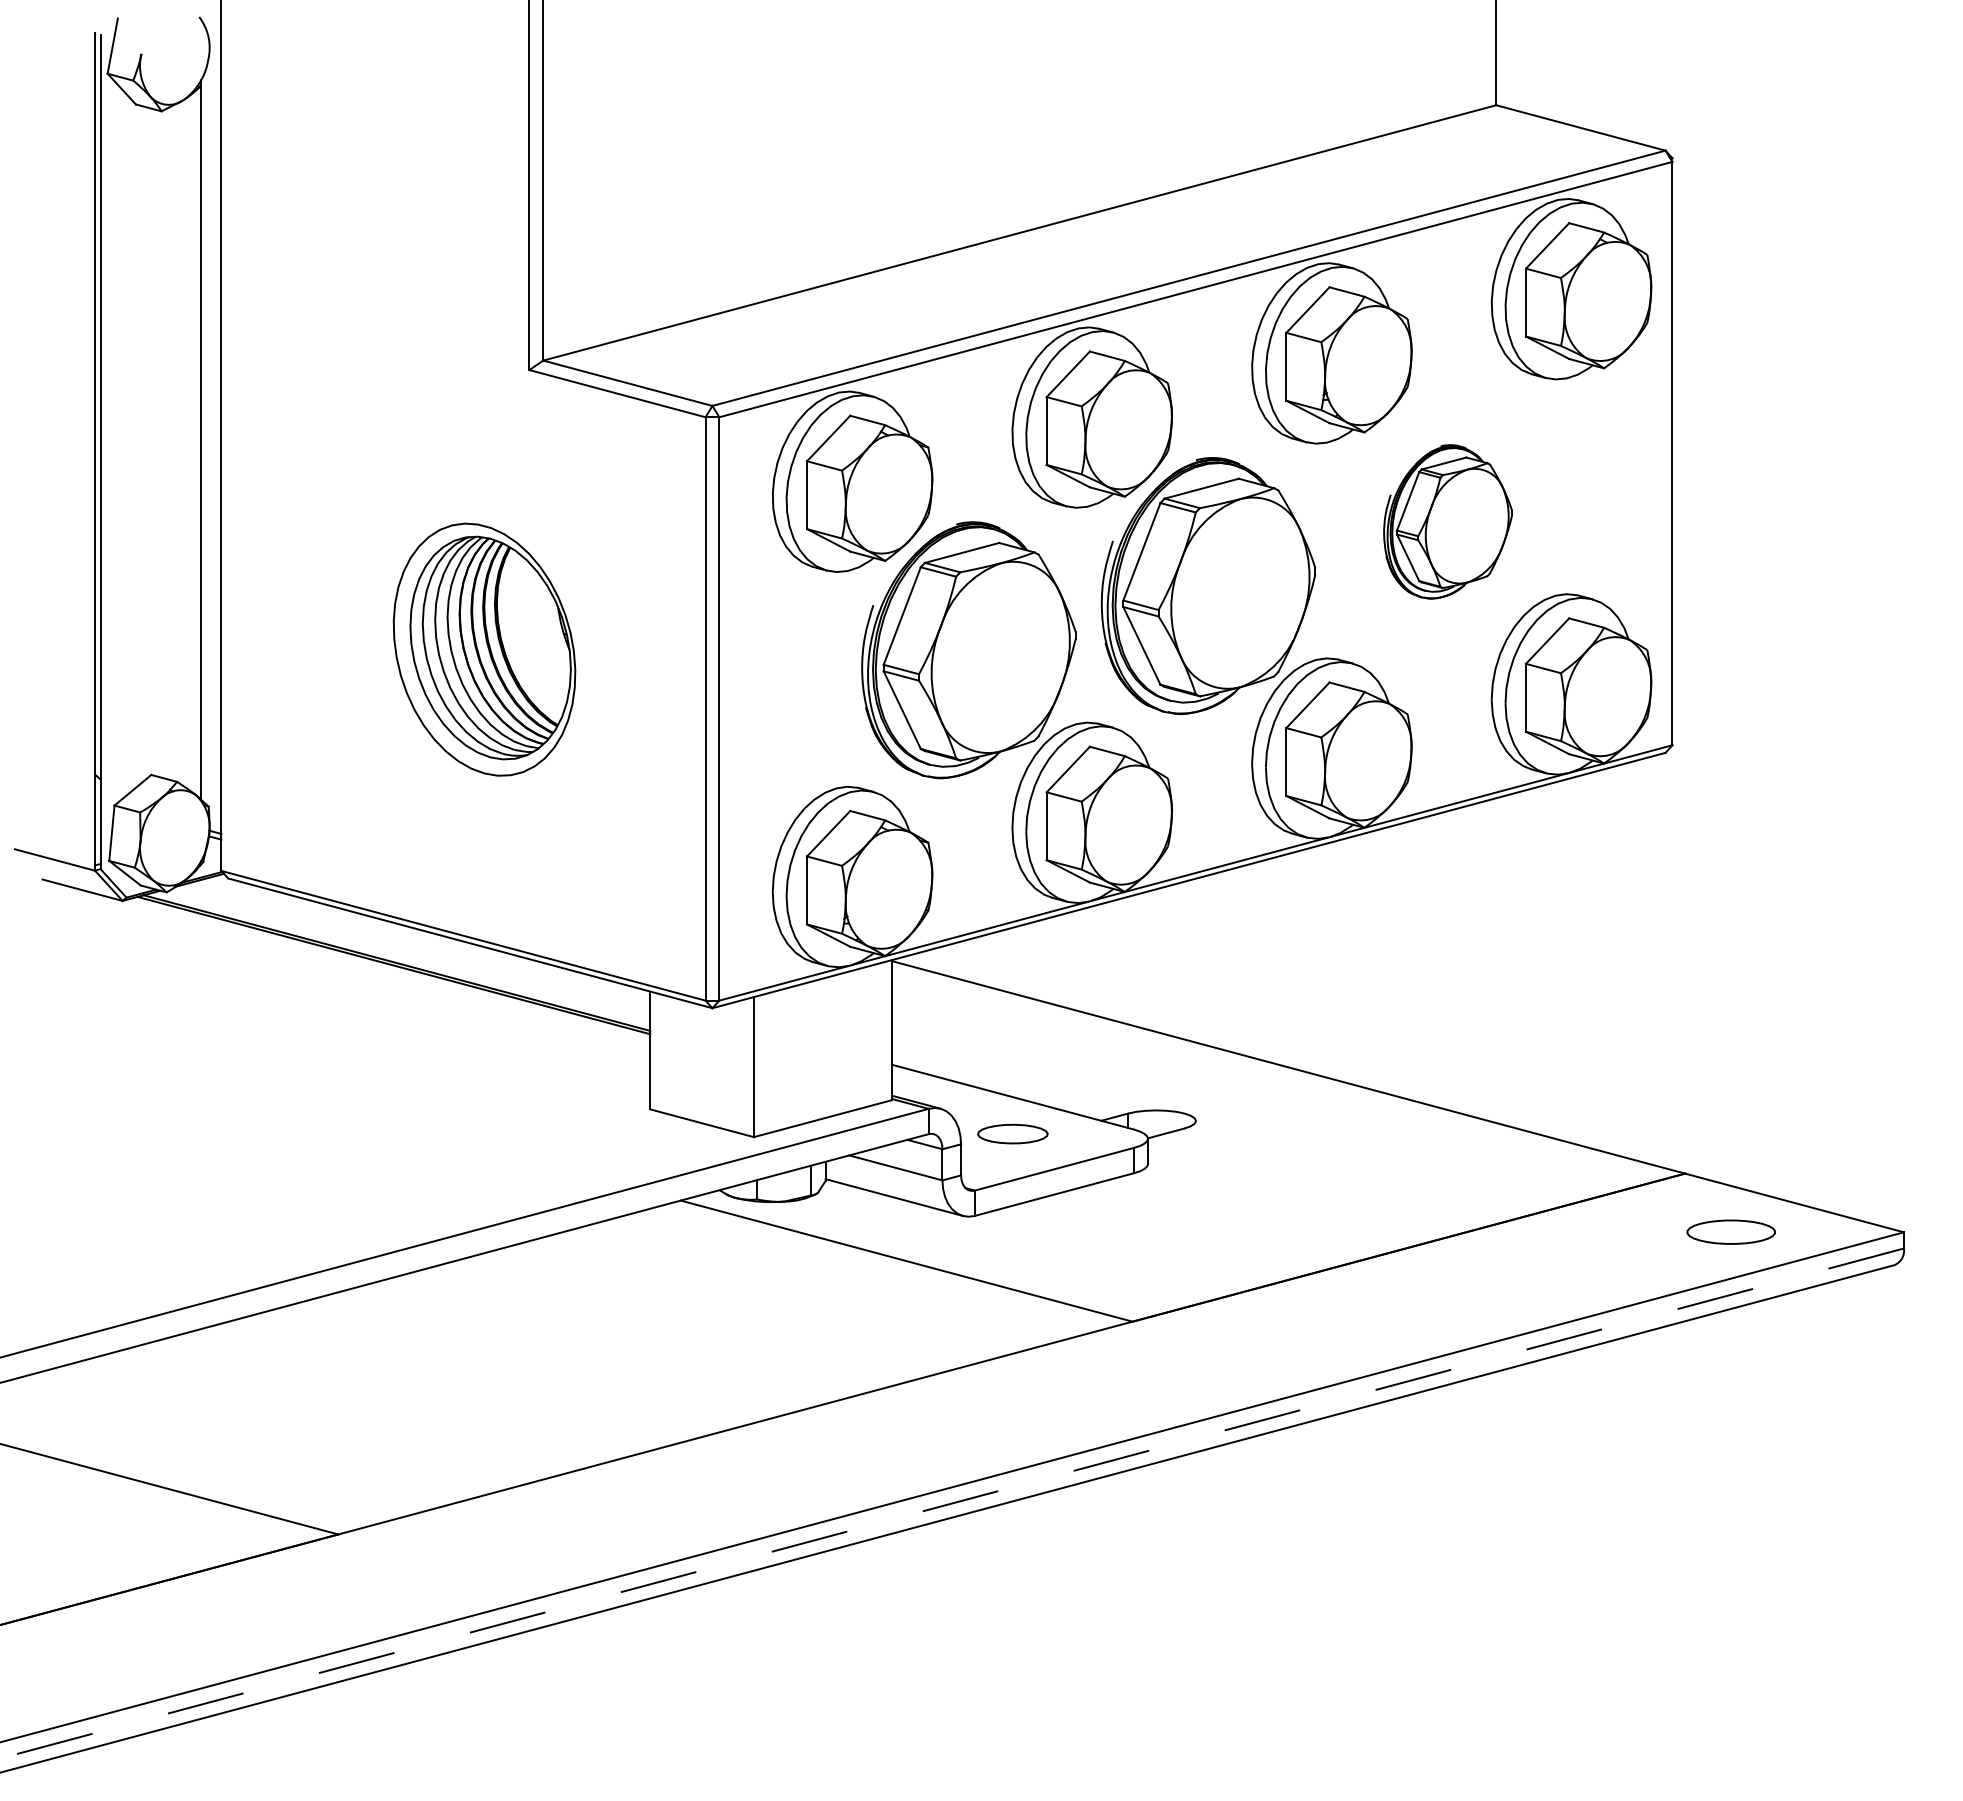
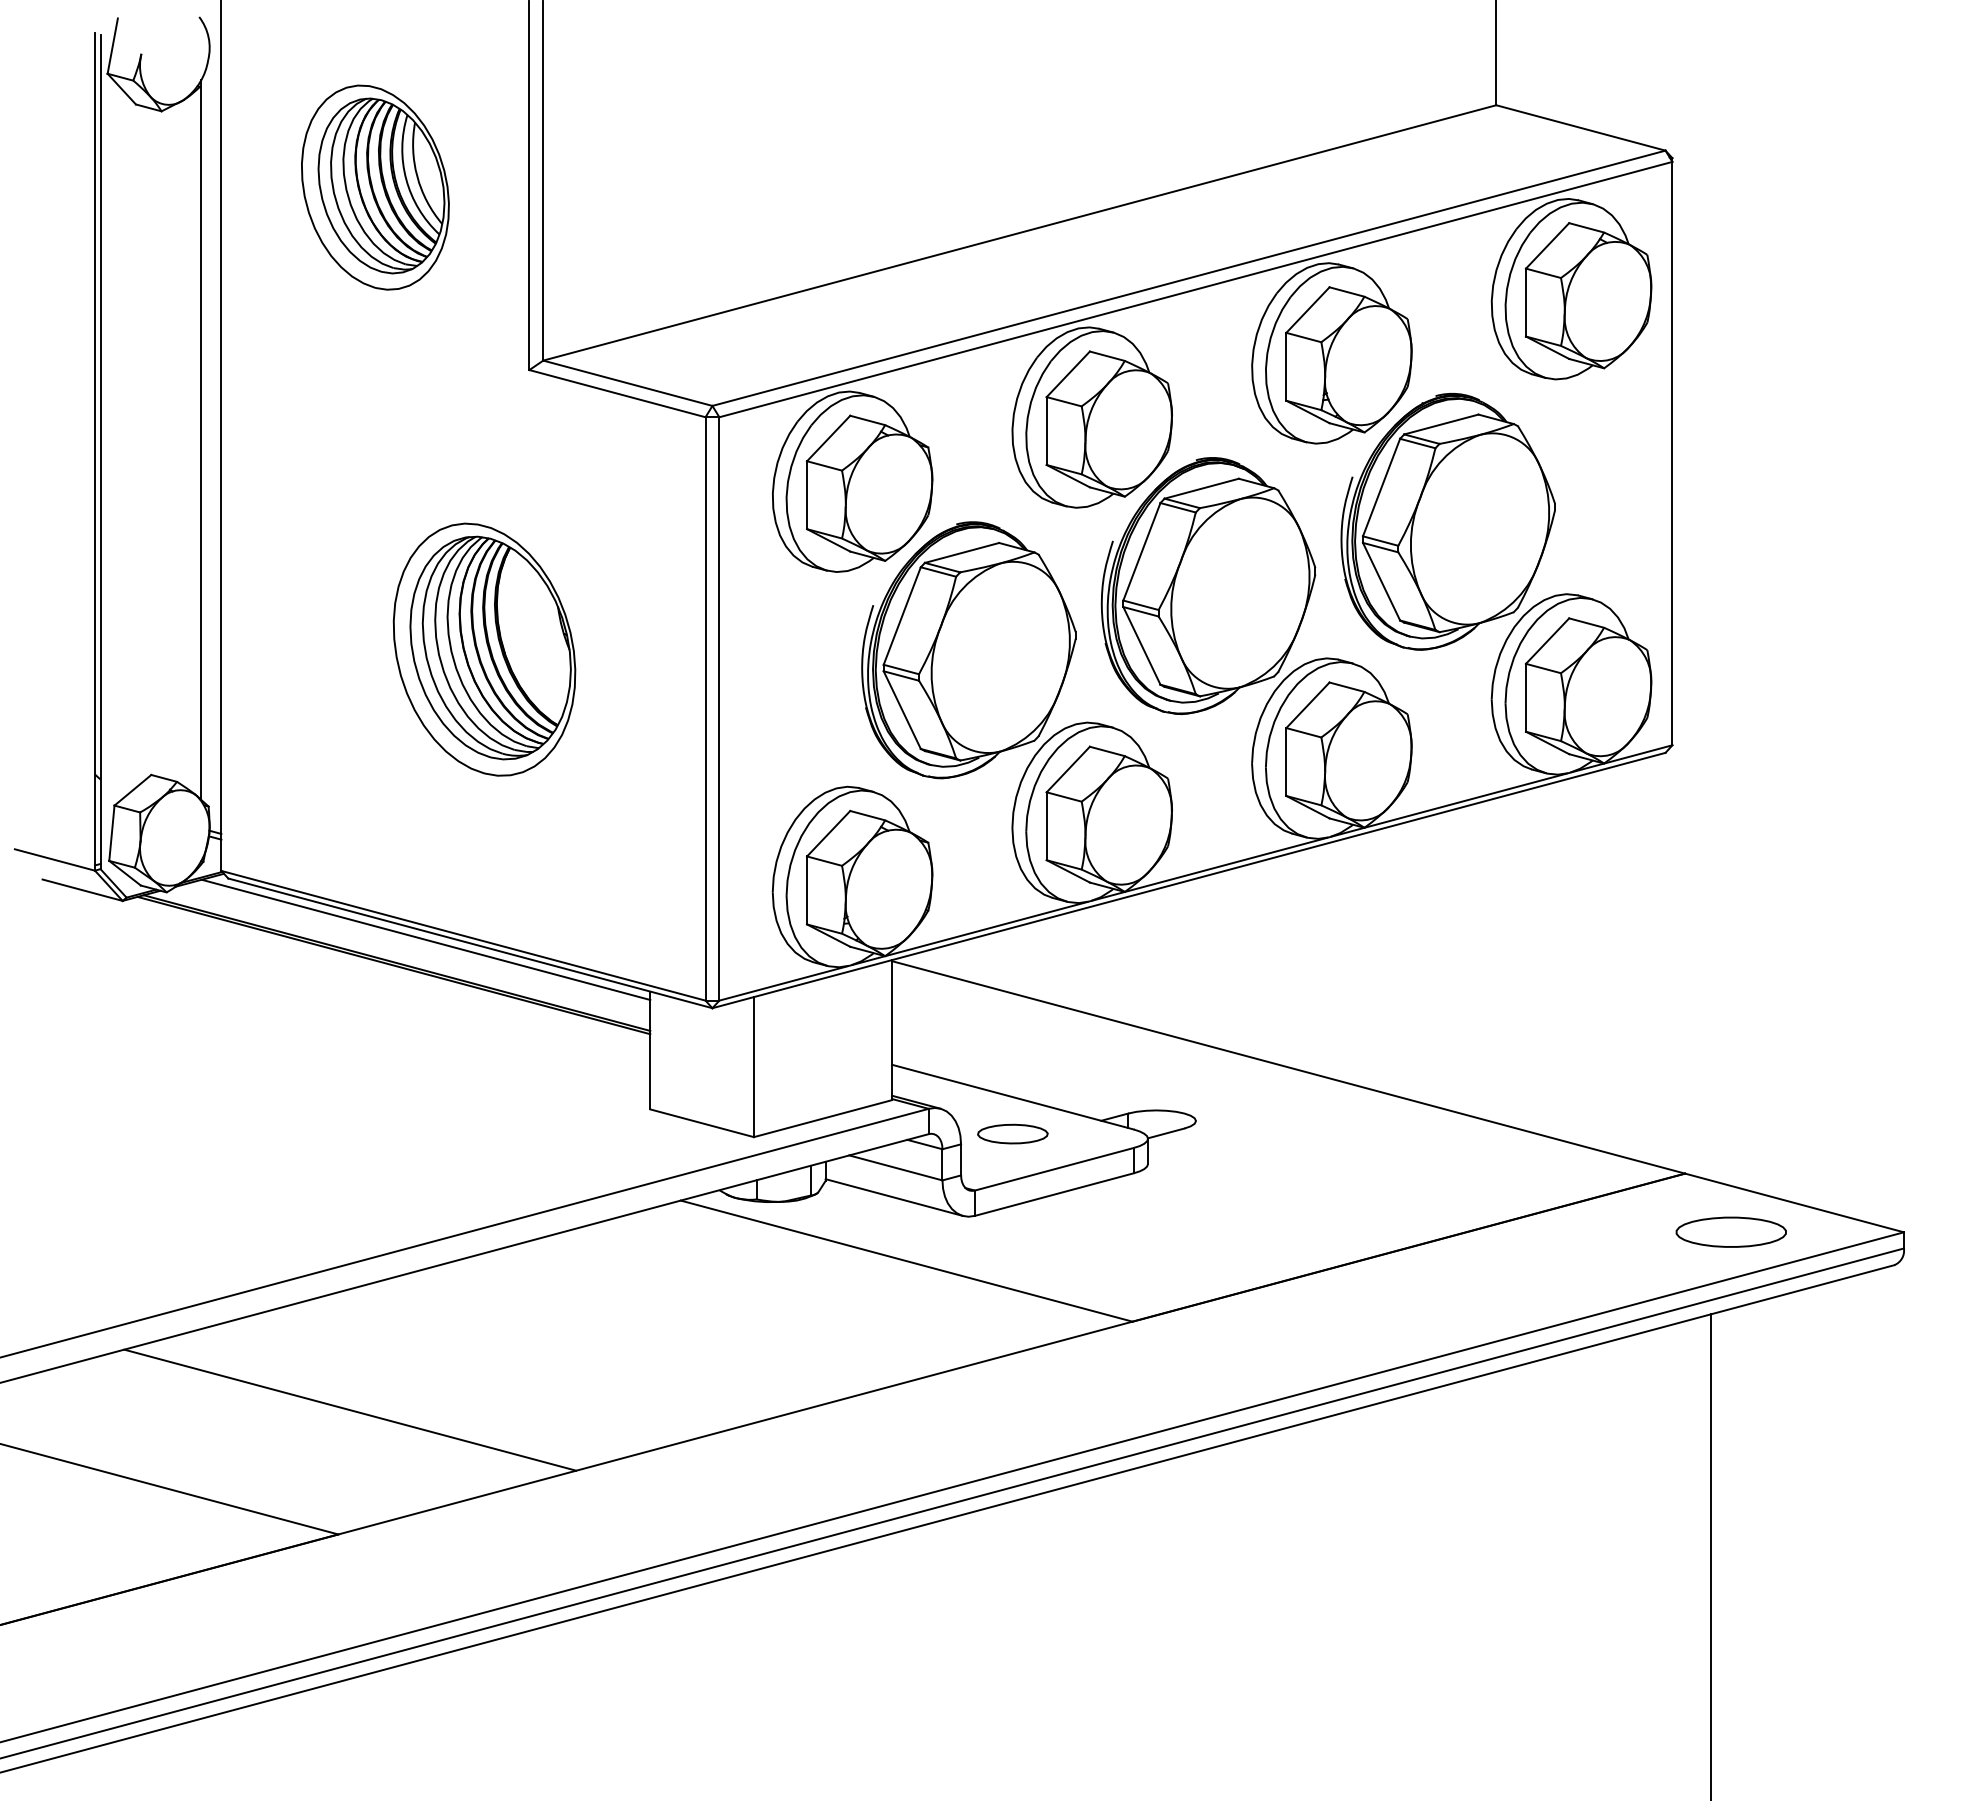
part at (375, 187): none -> present
part at (1447, 521) size: 130x156 px -> 216x258 px
line at (425, 939): none -> present
part at (1730, 1231) size: 90x26 px -> 112x32 px
line at (350, 1409): none -> present
line at (951, 1503): dashed -> solid
line at (1710, 1555): none -> present
